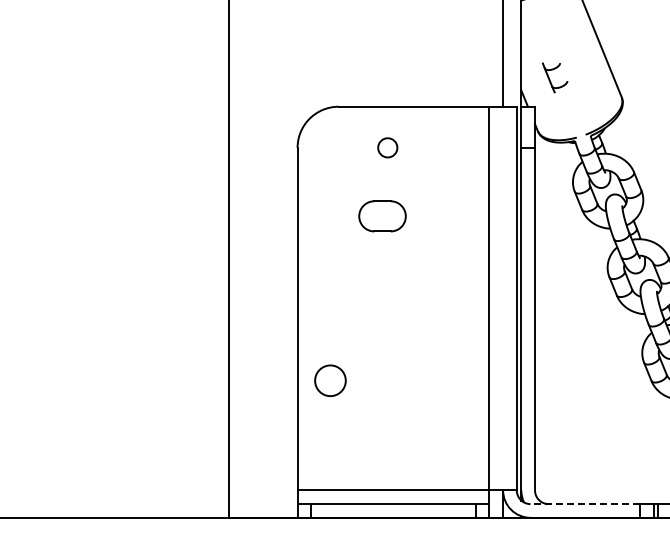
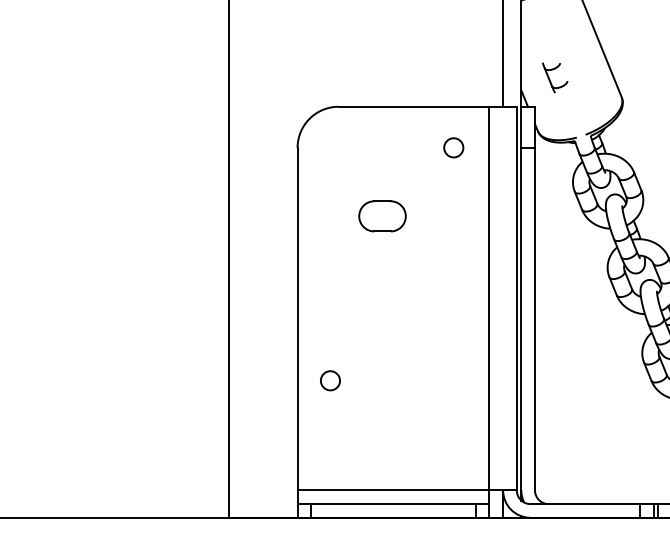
circle at (387, 147) position: (387, 147) -> (453, 147)
circle at (330, 380) diameter: 31 px -> 19 px
line at (585, 504): dashed -> solid
